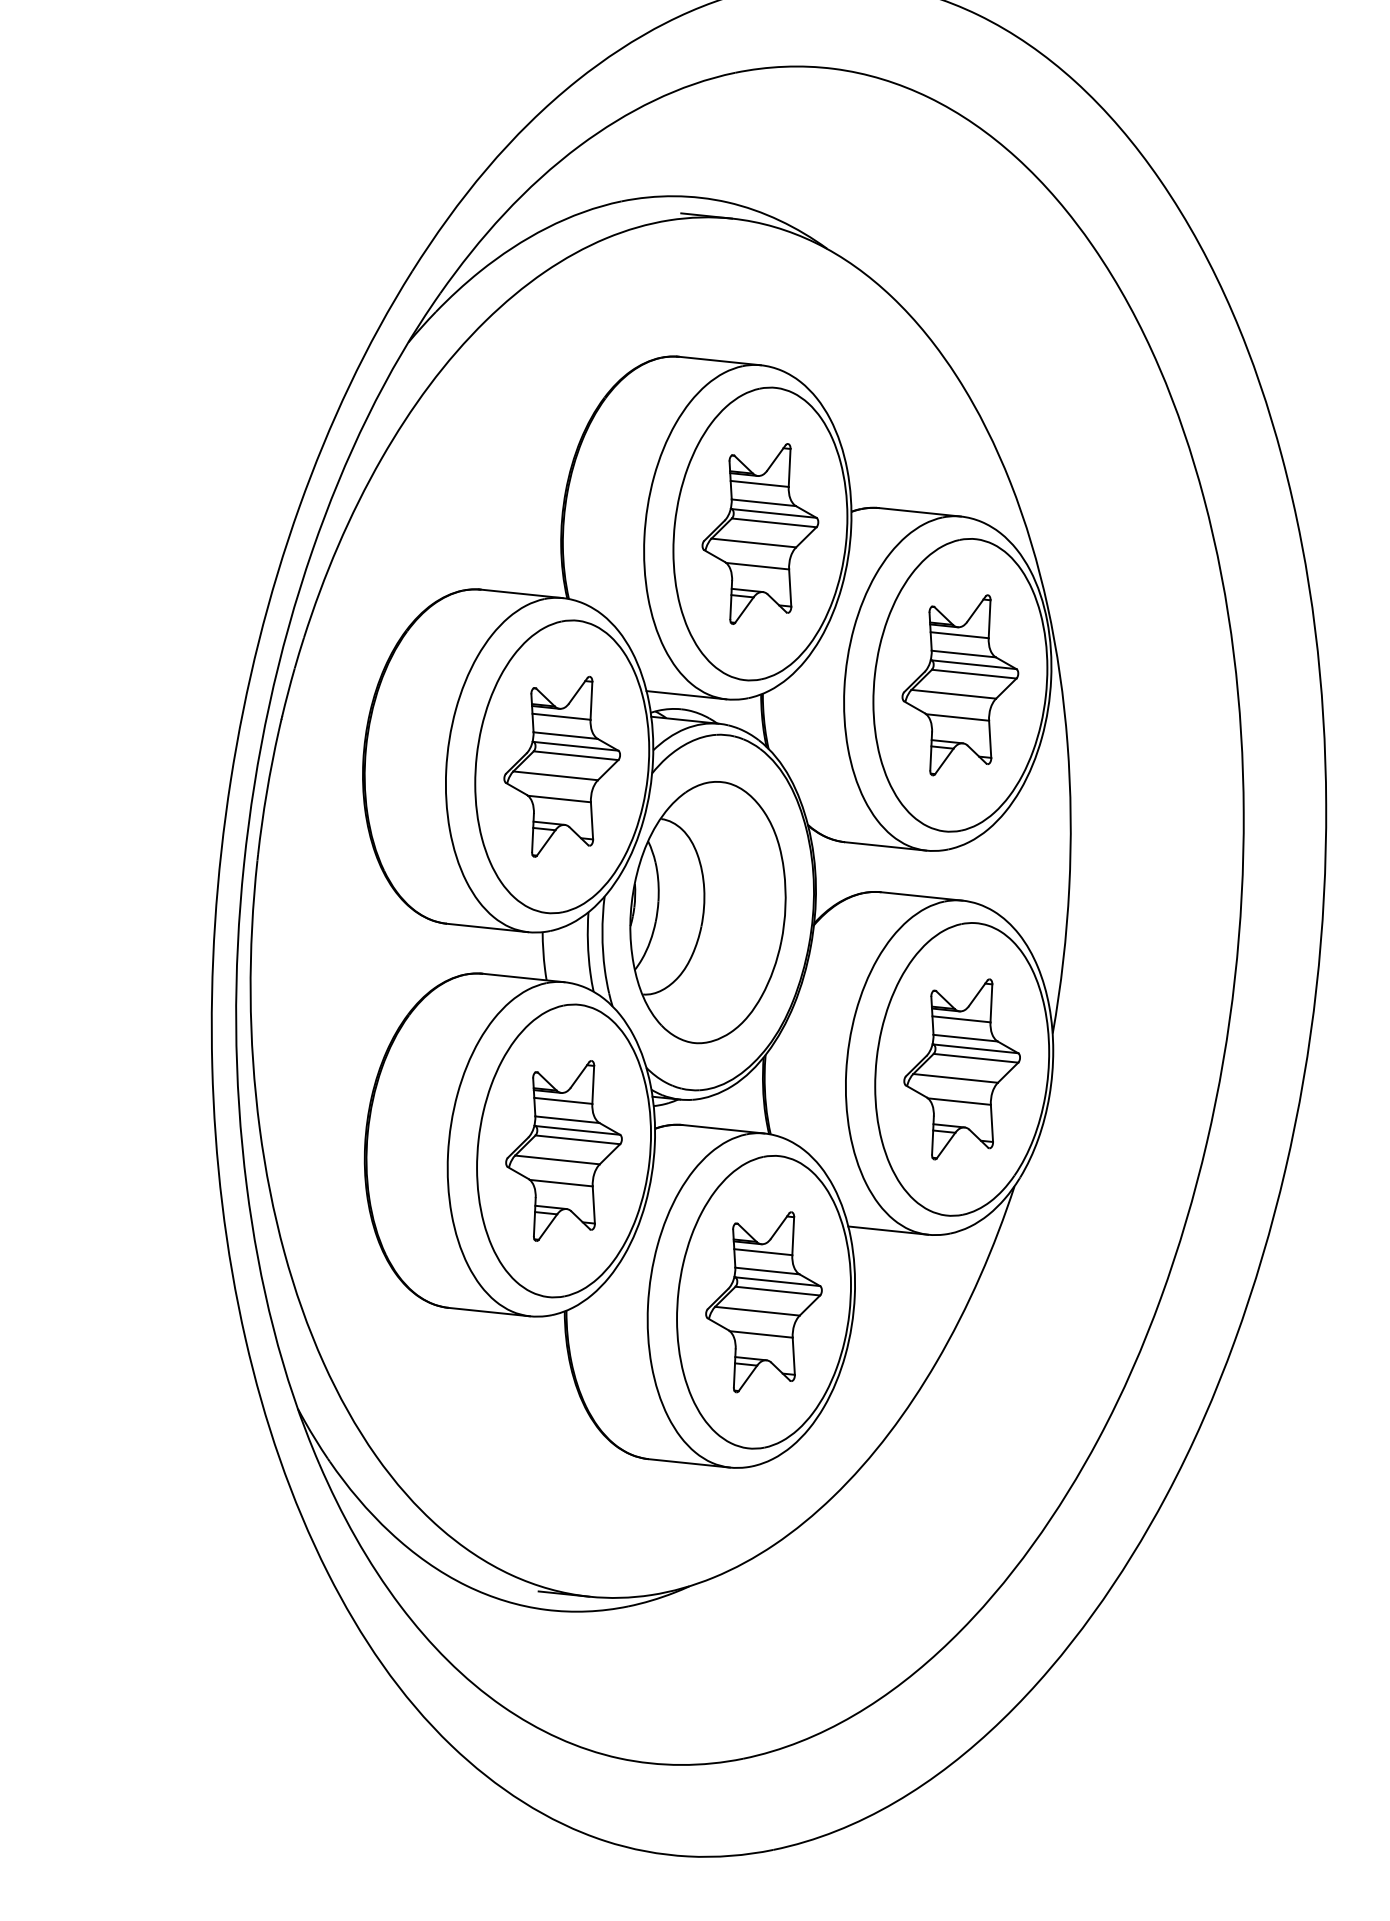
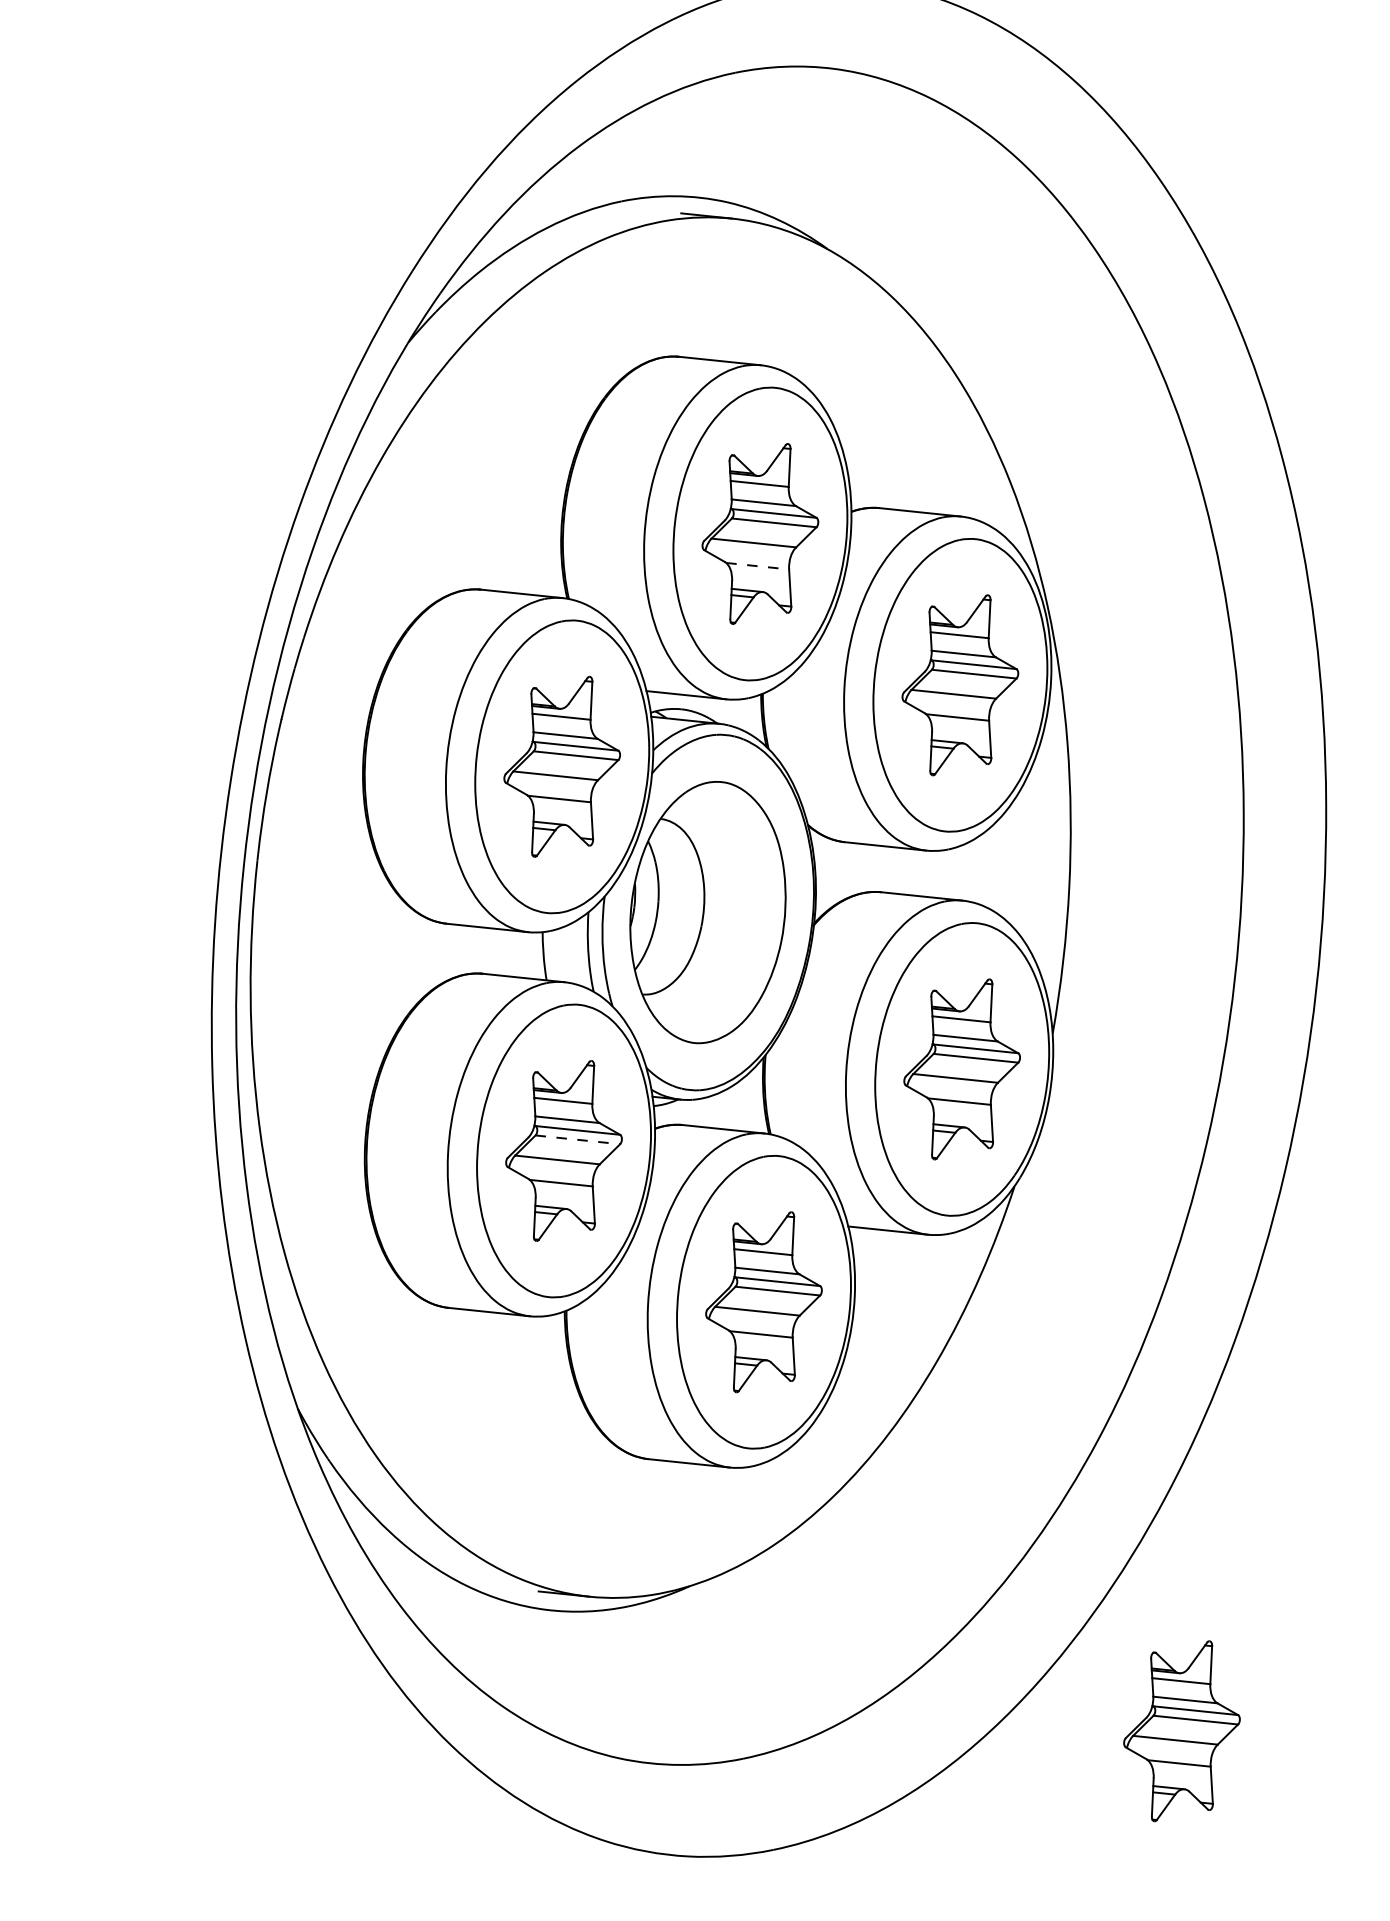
line at (757, 566): solid -> dashed
line at (577, 1139): solid -> dashed
part at (1181, 1731): none -> present
